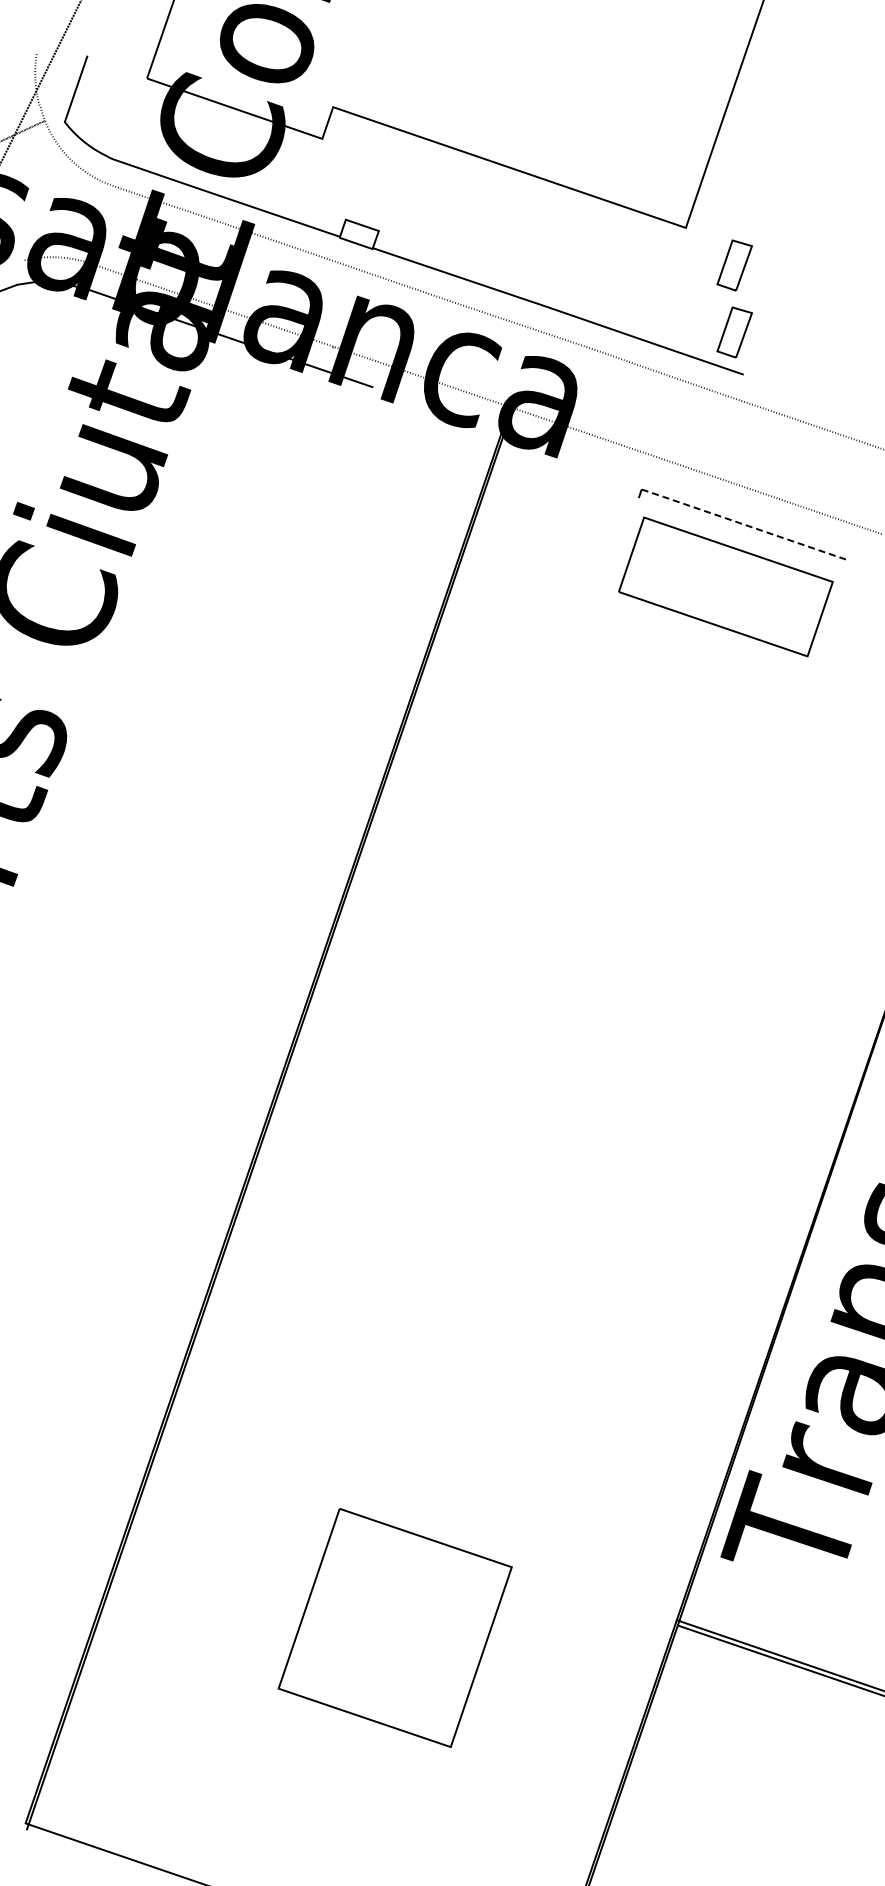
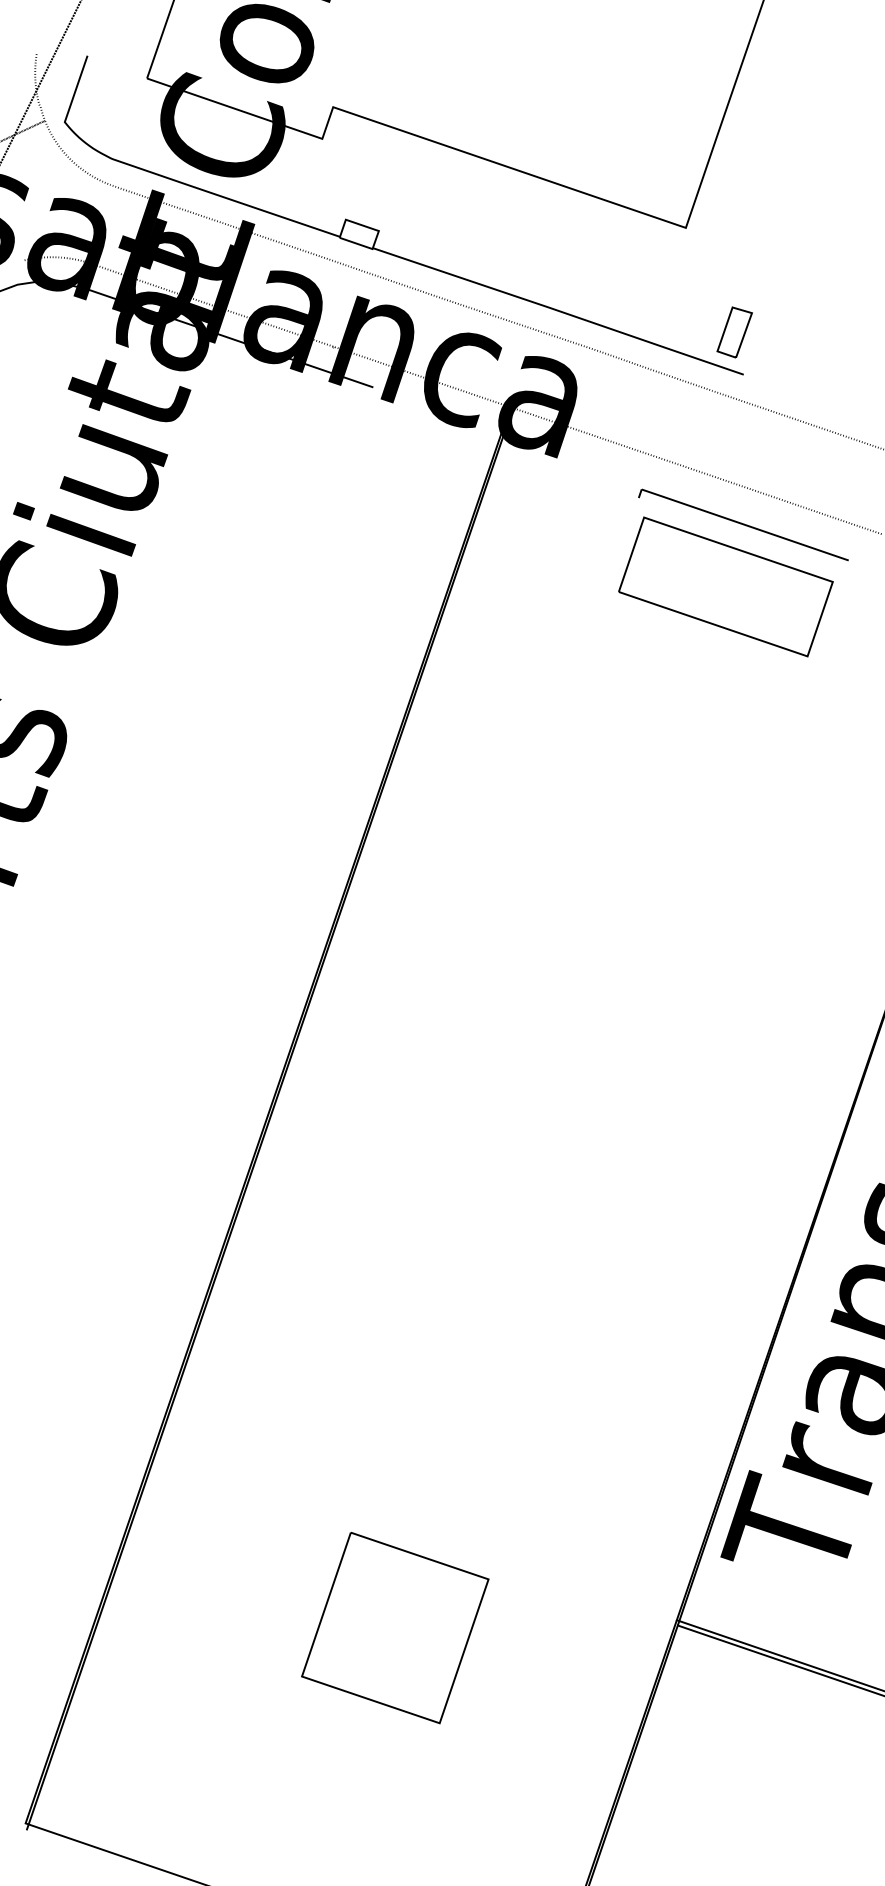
part at (734, 265): present -> none
line at (745, 525): dashed -> solid
part at (394, 1627) size: 236x240 px -> 189x194 px
